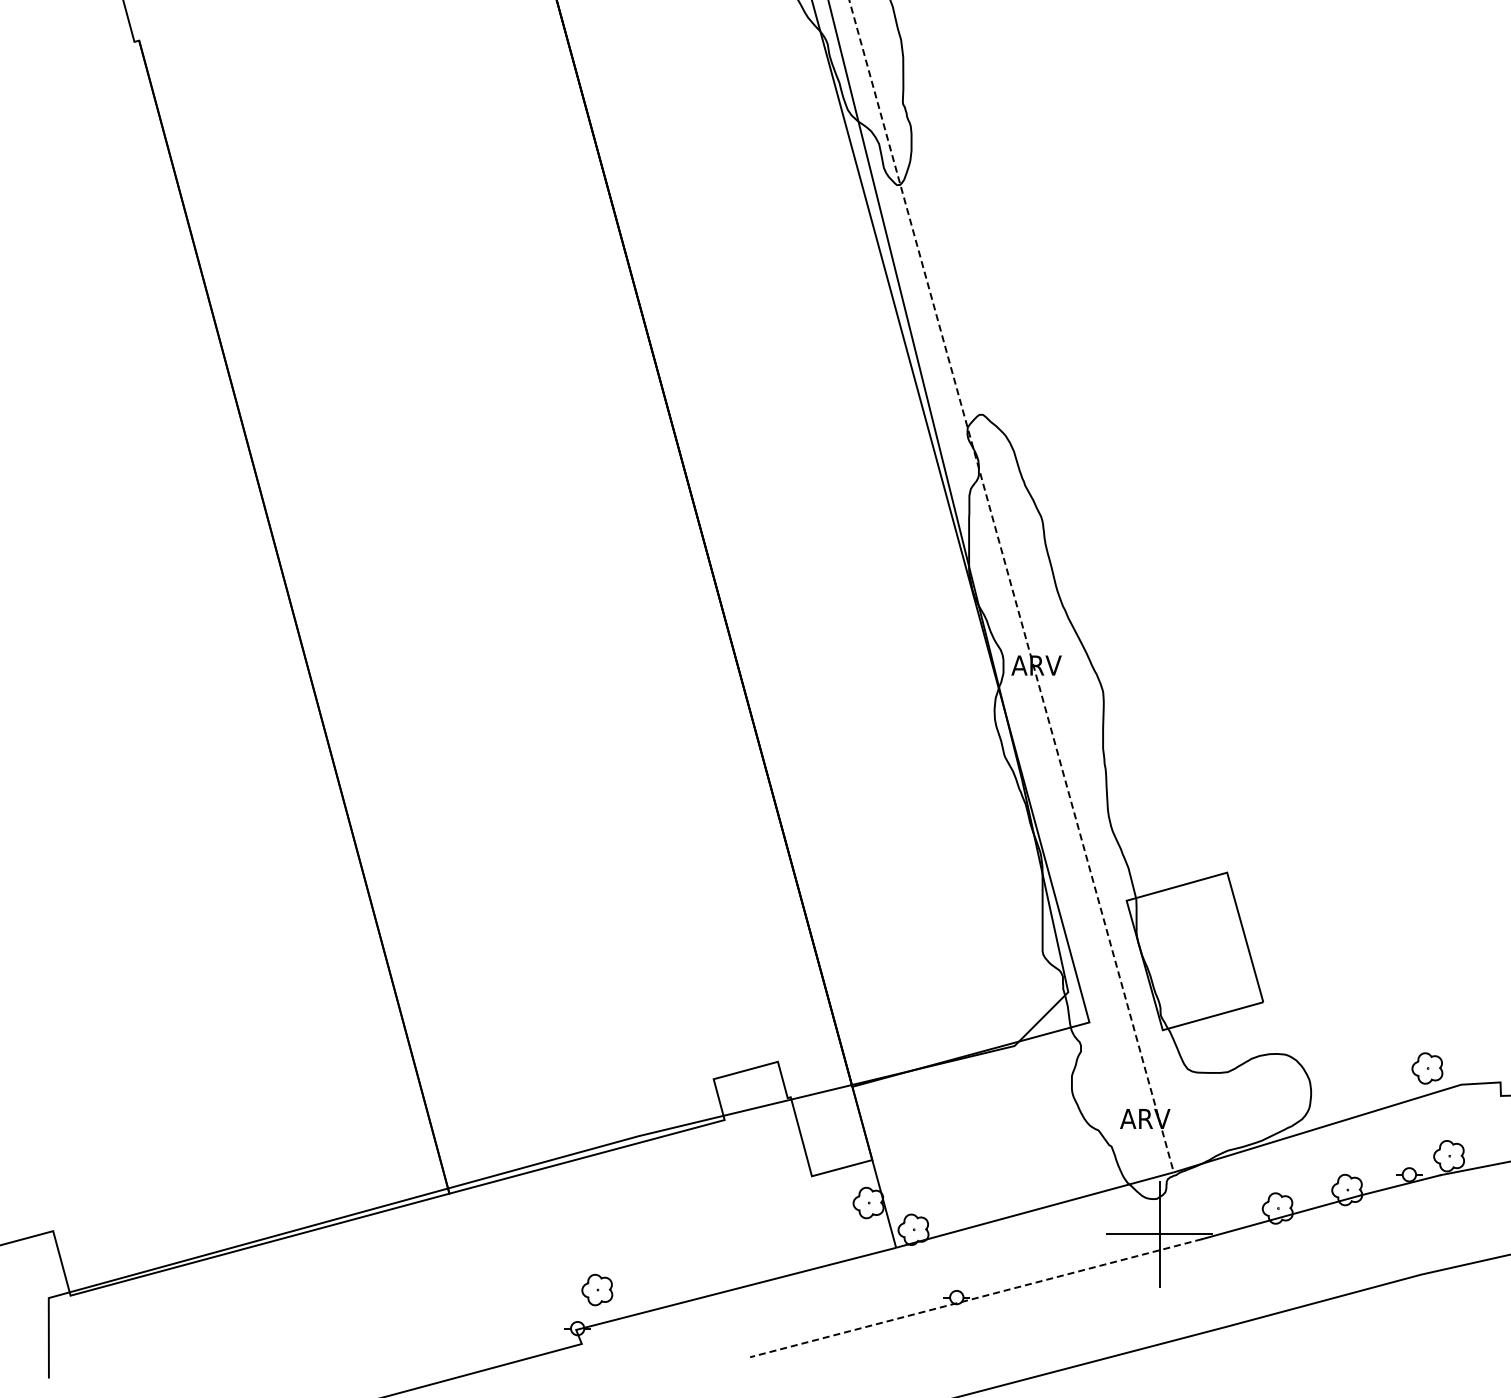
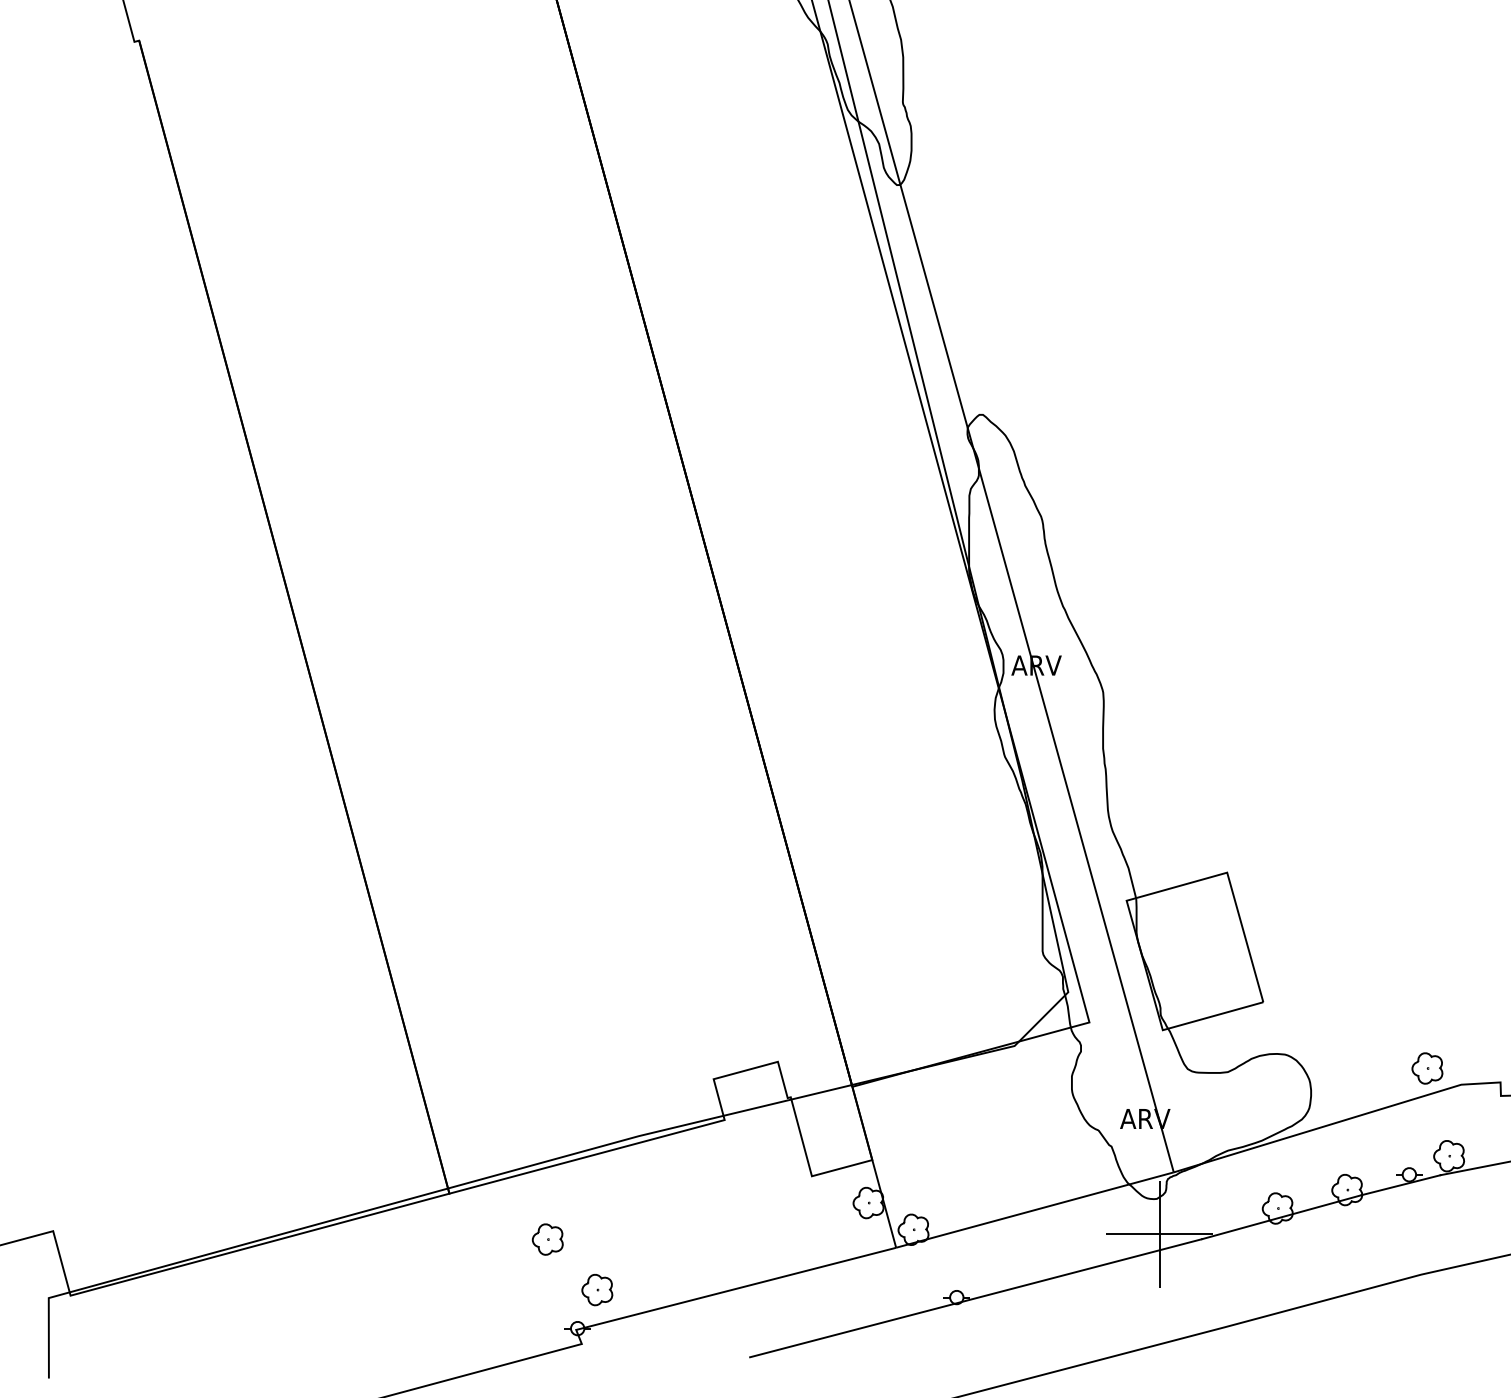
line at (1011, 586): dashed -> solid
part at (547, 1239): none -> present
line at (976, 1298): dashed -> solid
